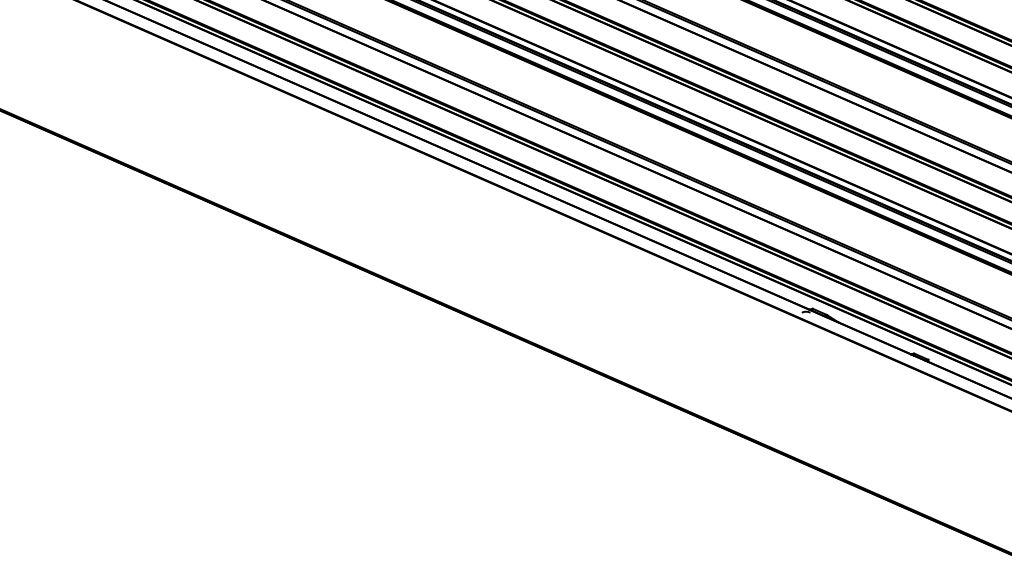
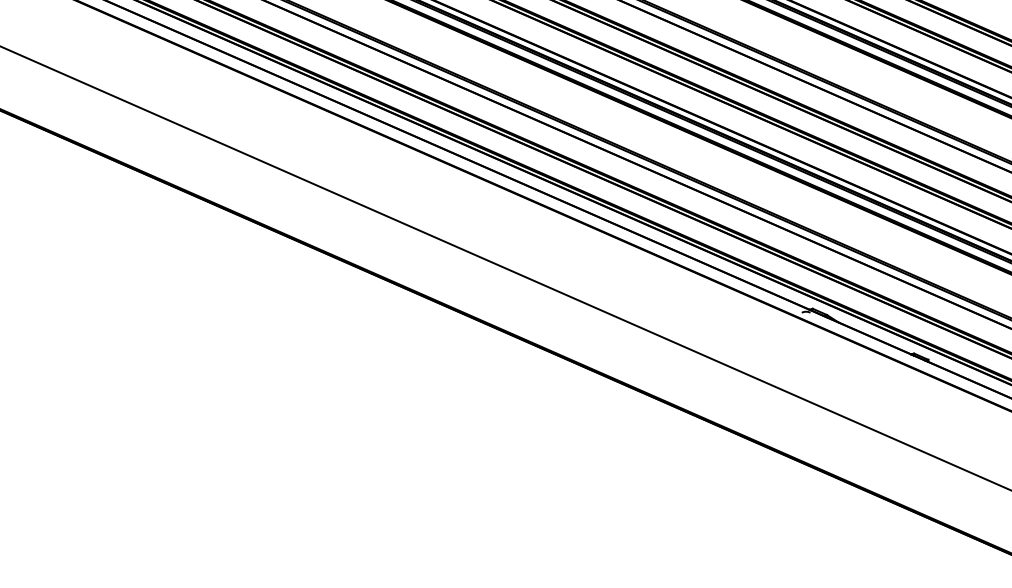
line at (505, 268): none -> present
